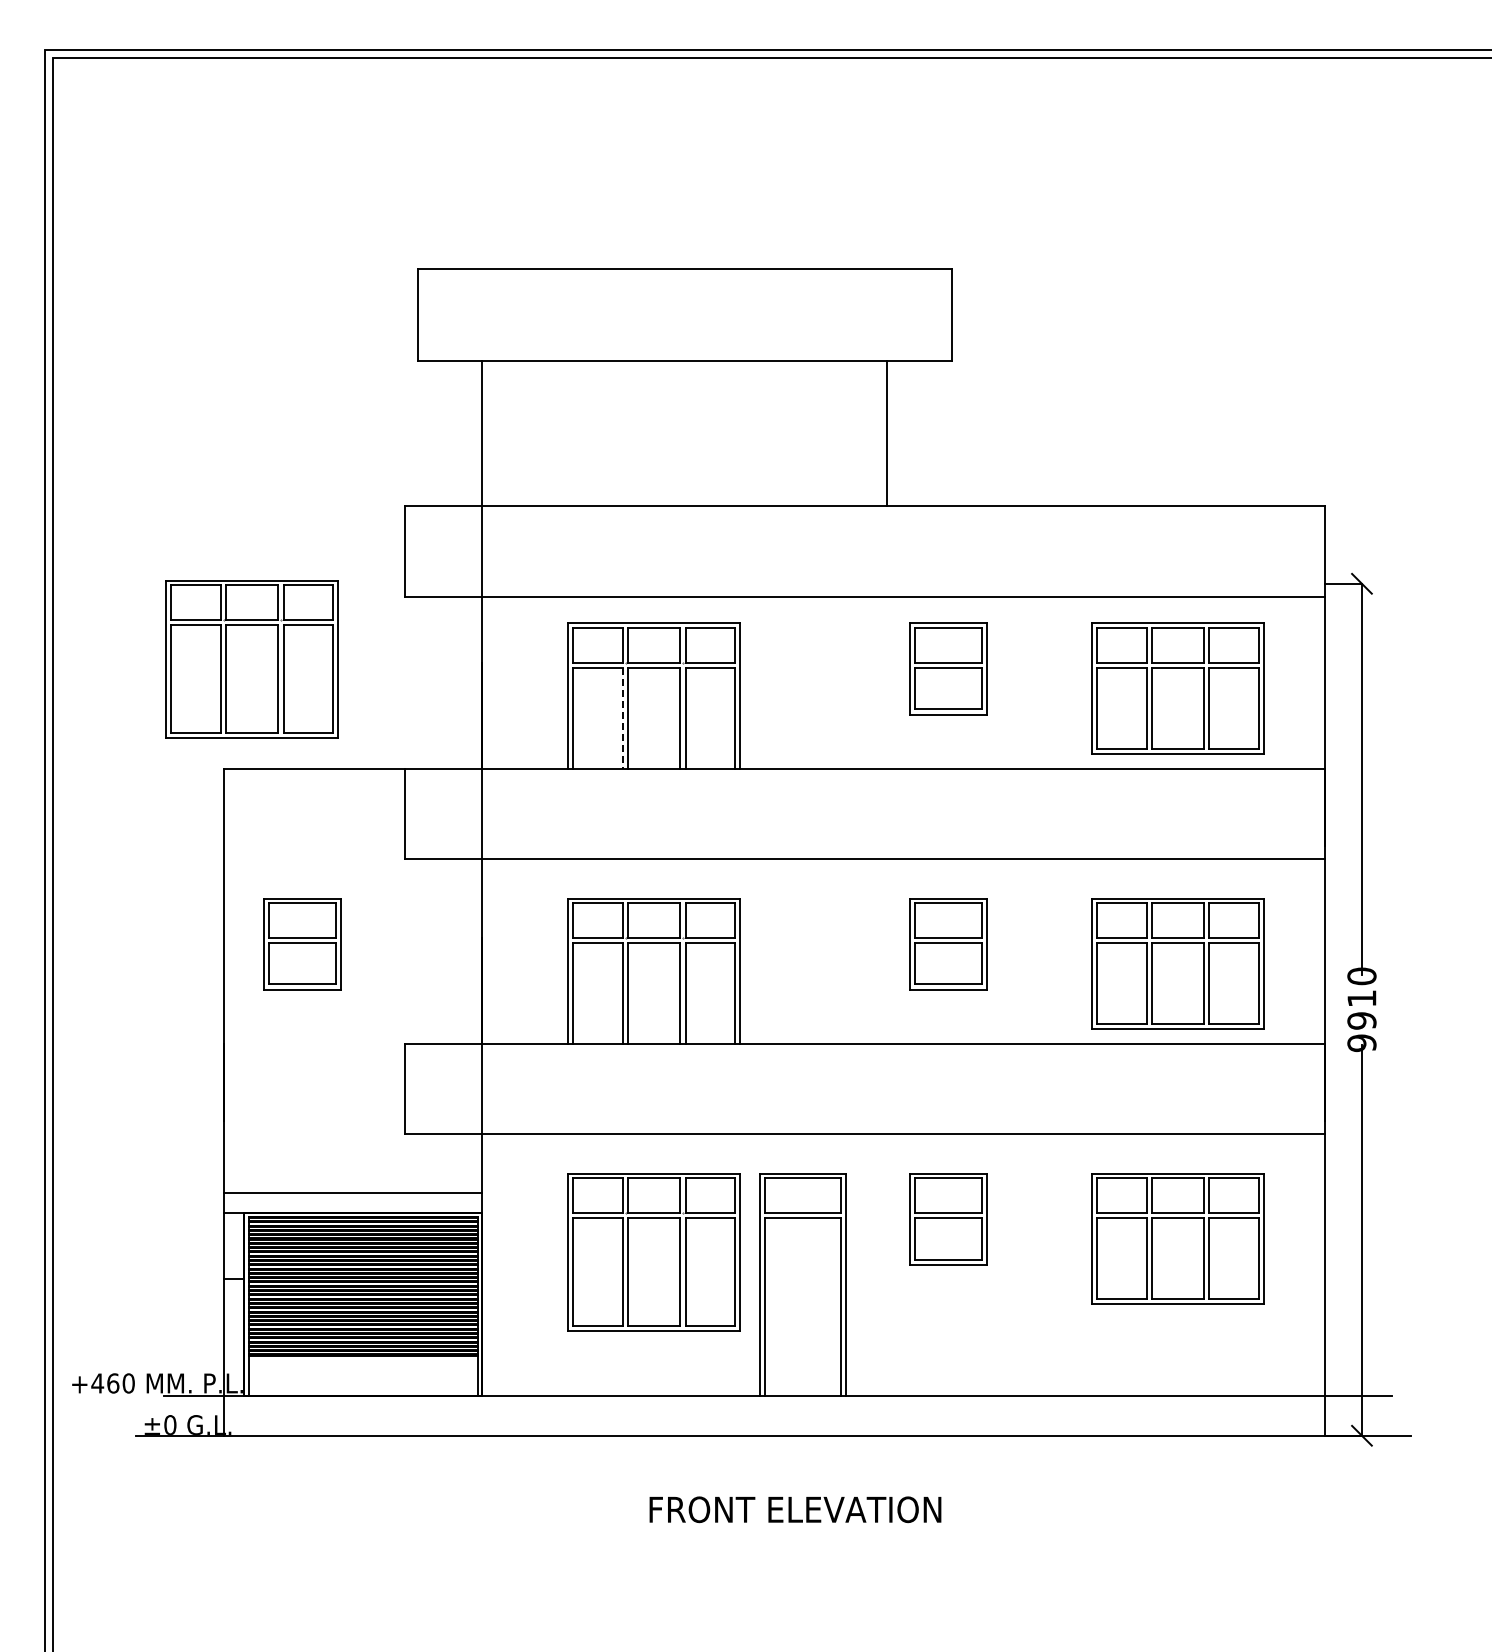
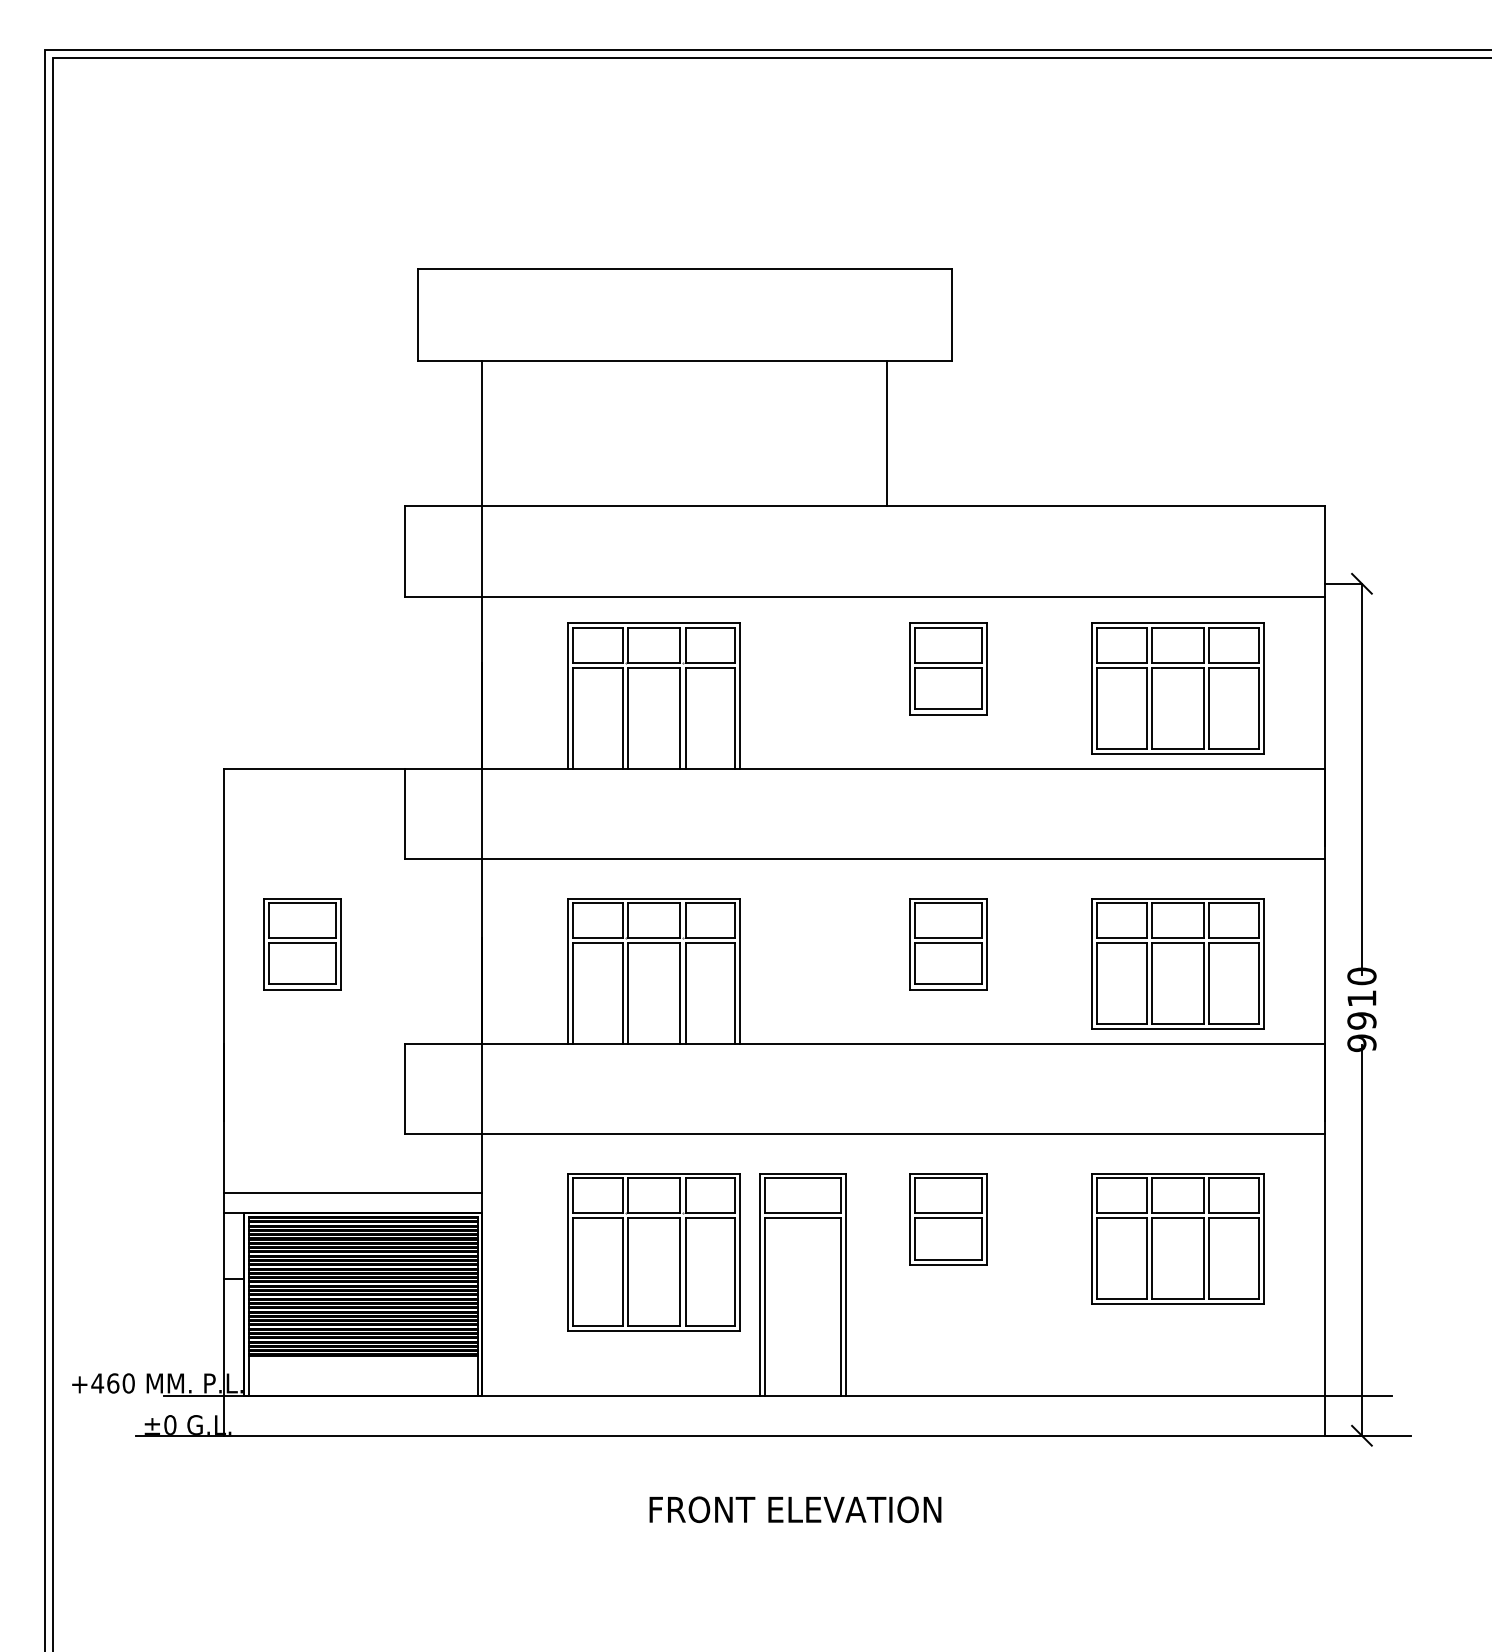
part at (251, 659): present -> none
line at (623, 718): dashed -> solid
